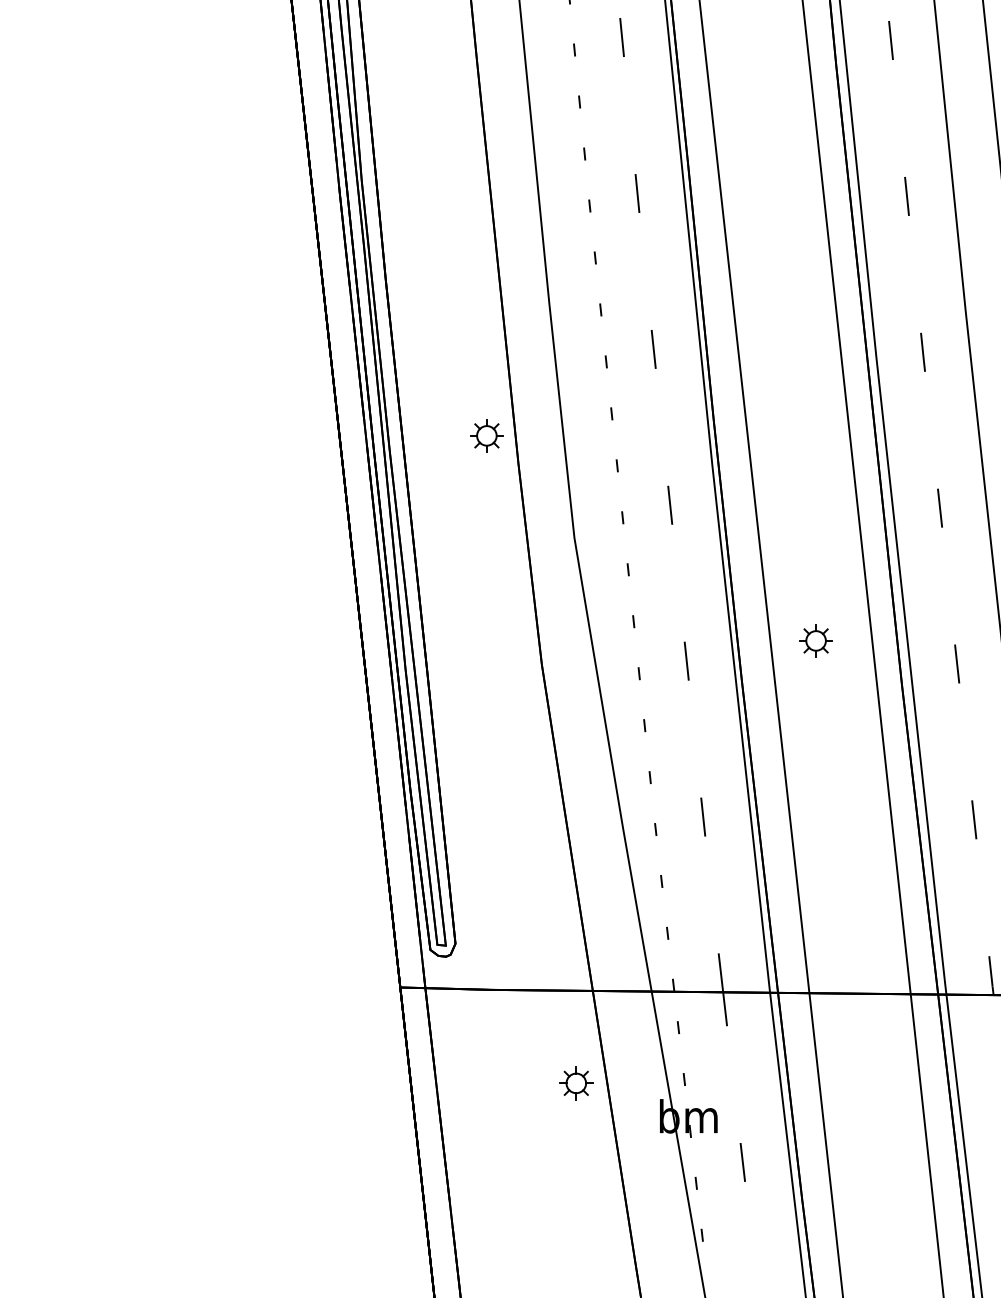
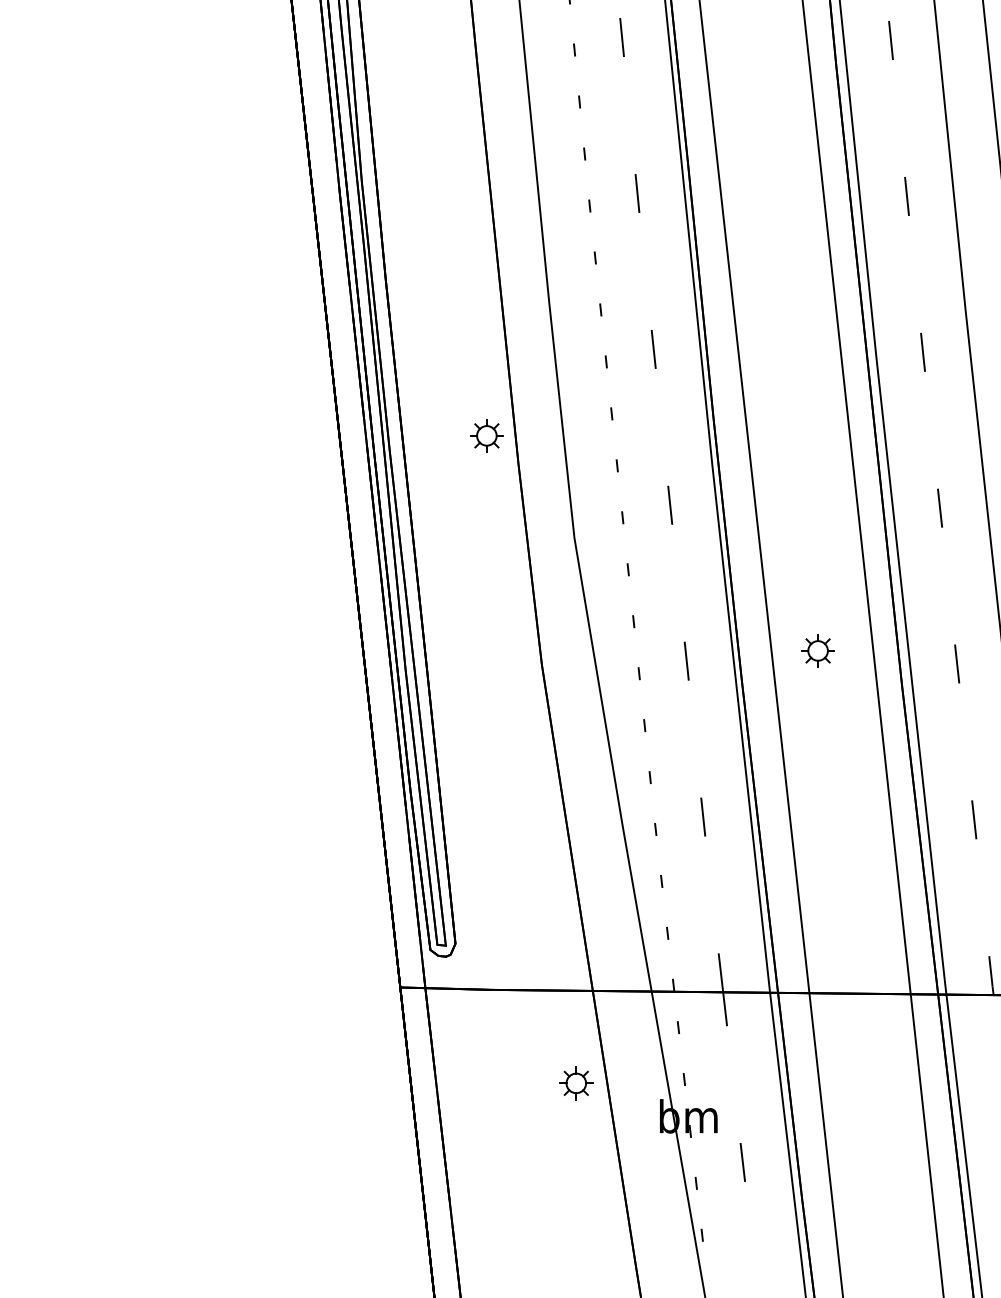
part at (815, 640) position: (815, 640) -> (817, 650)
